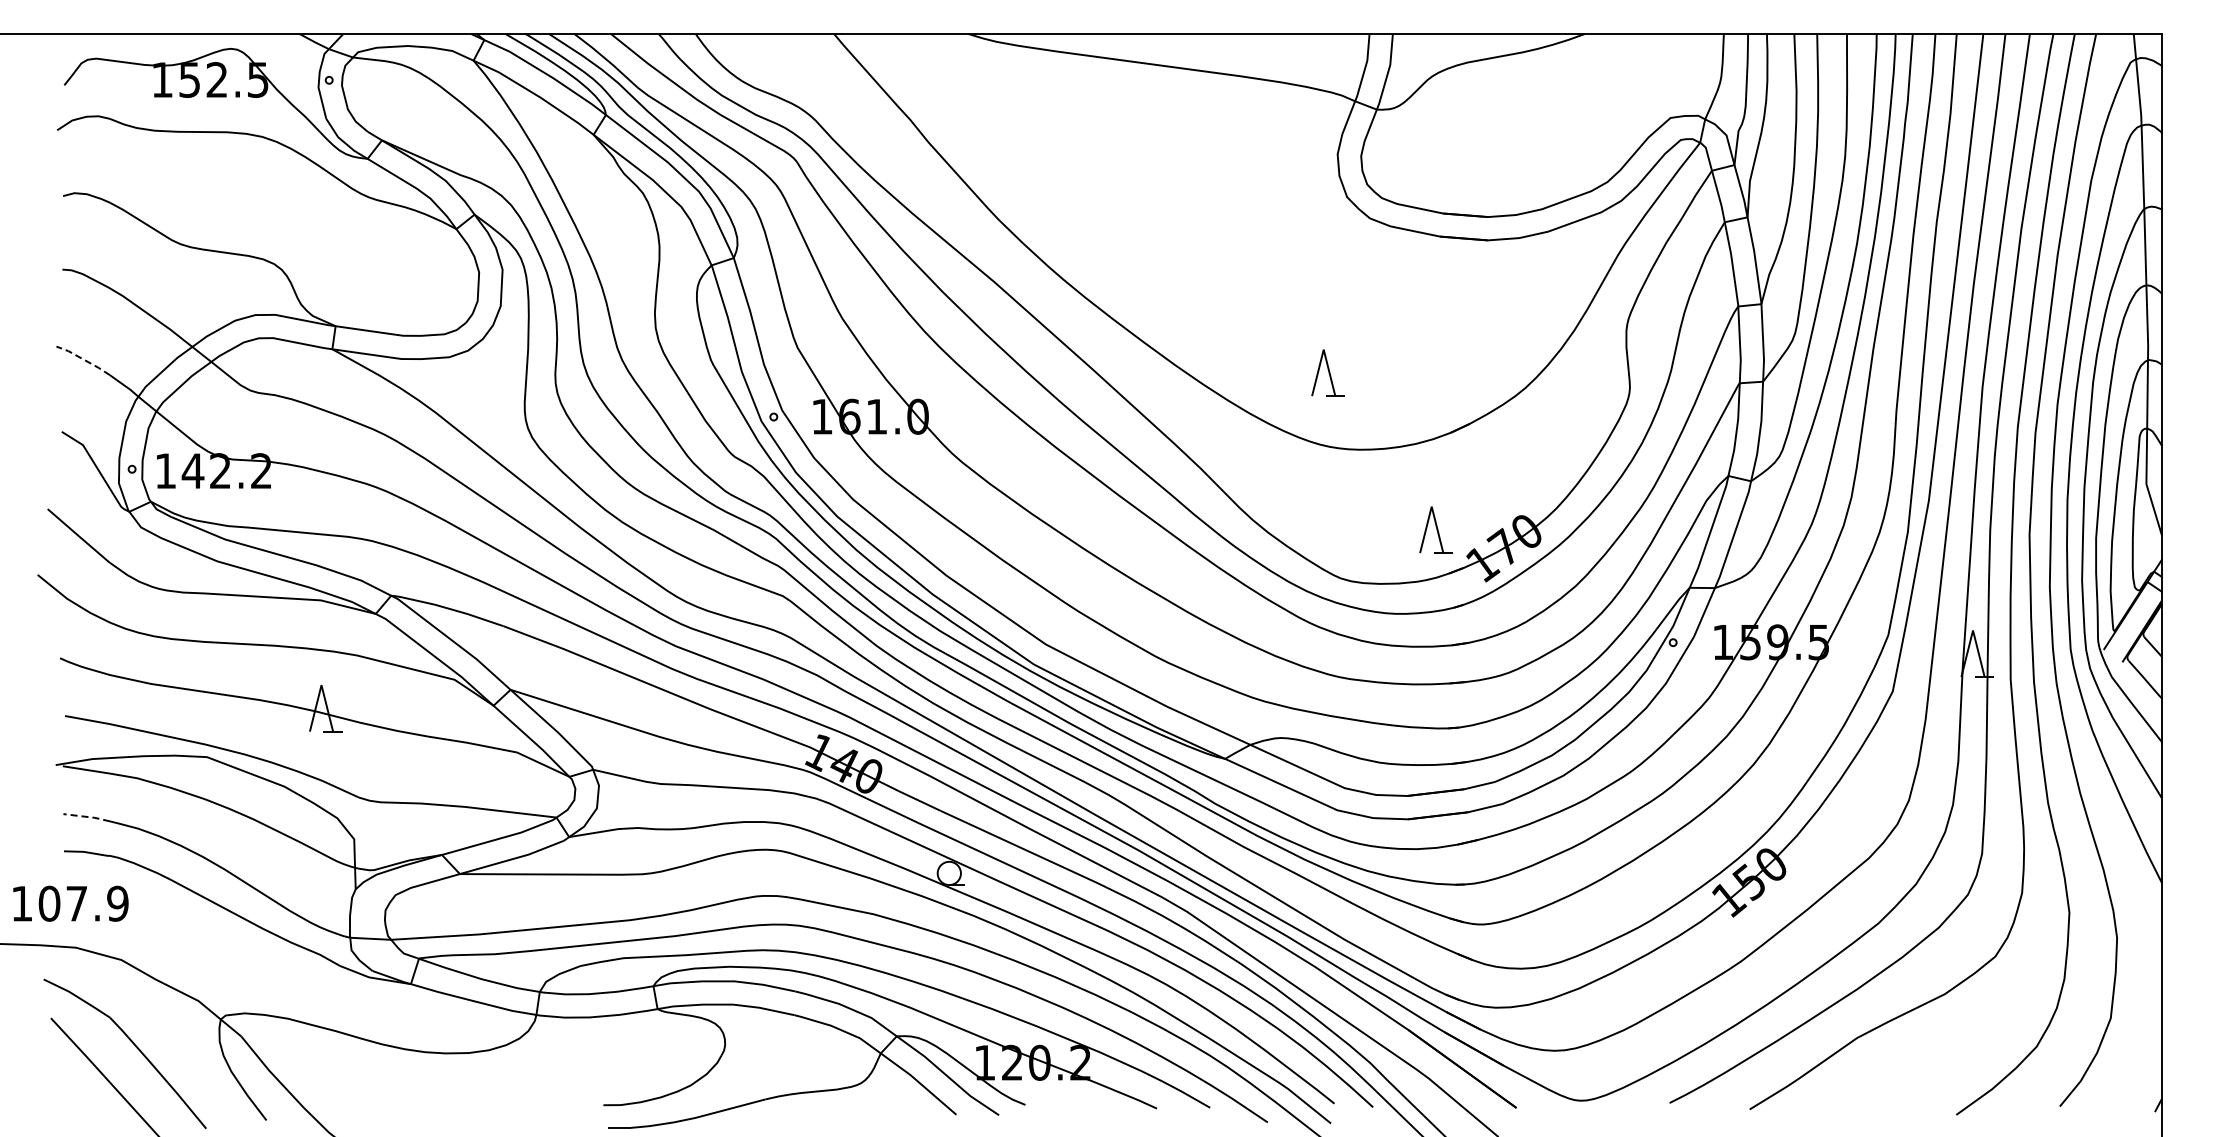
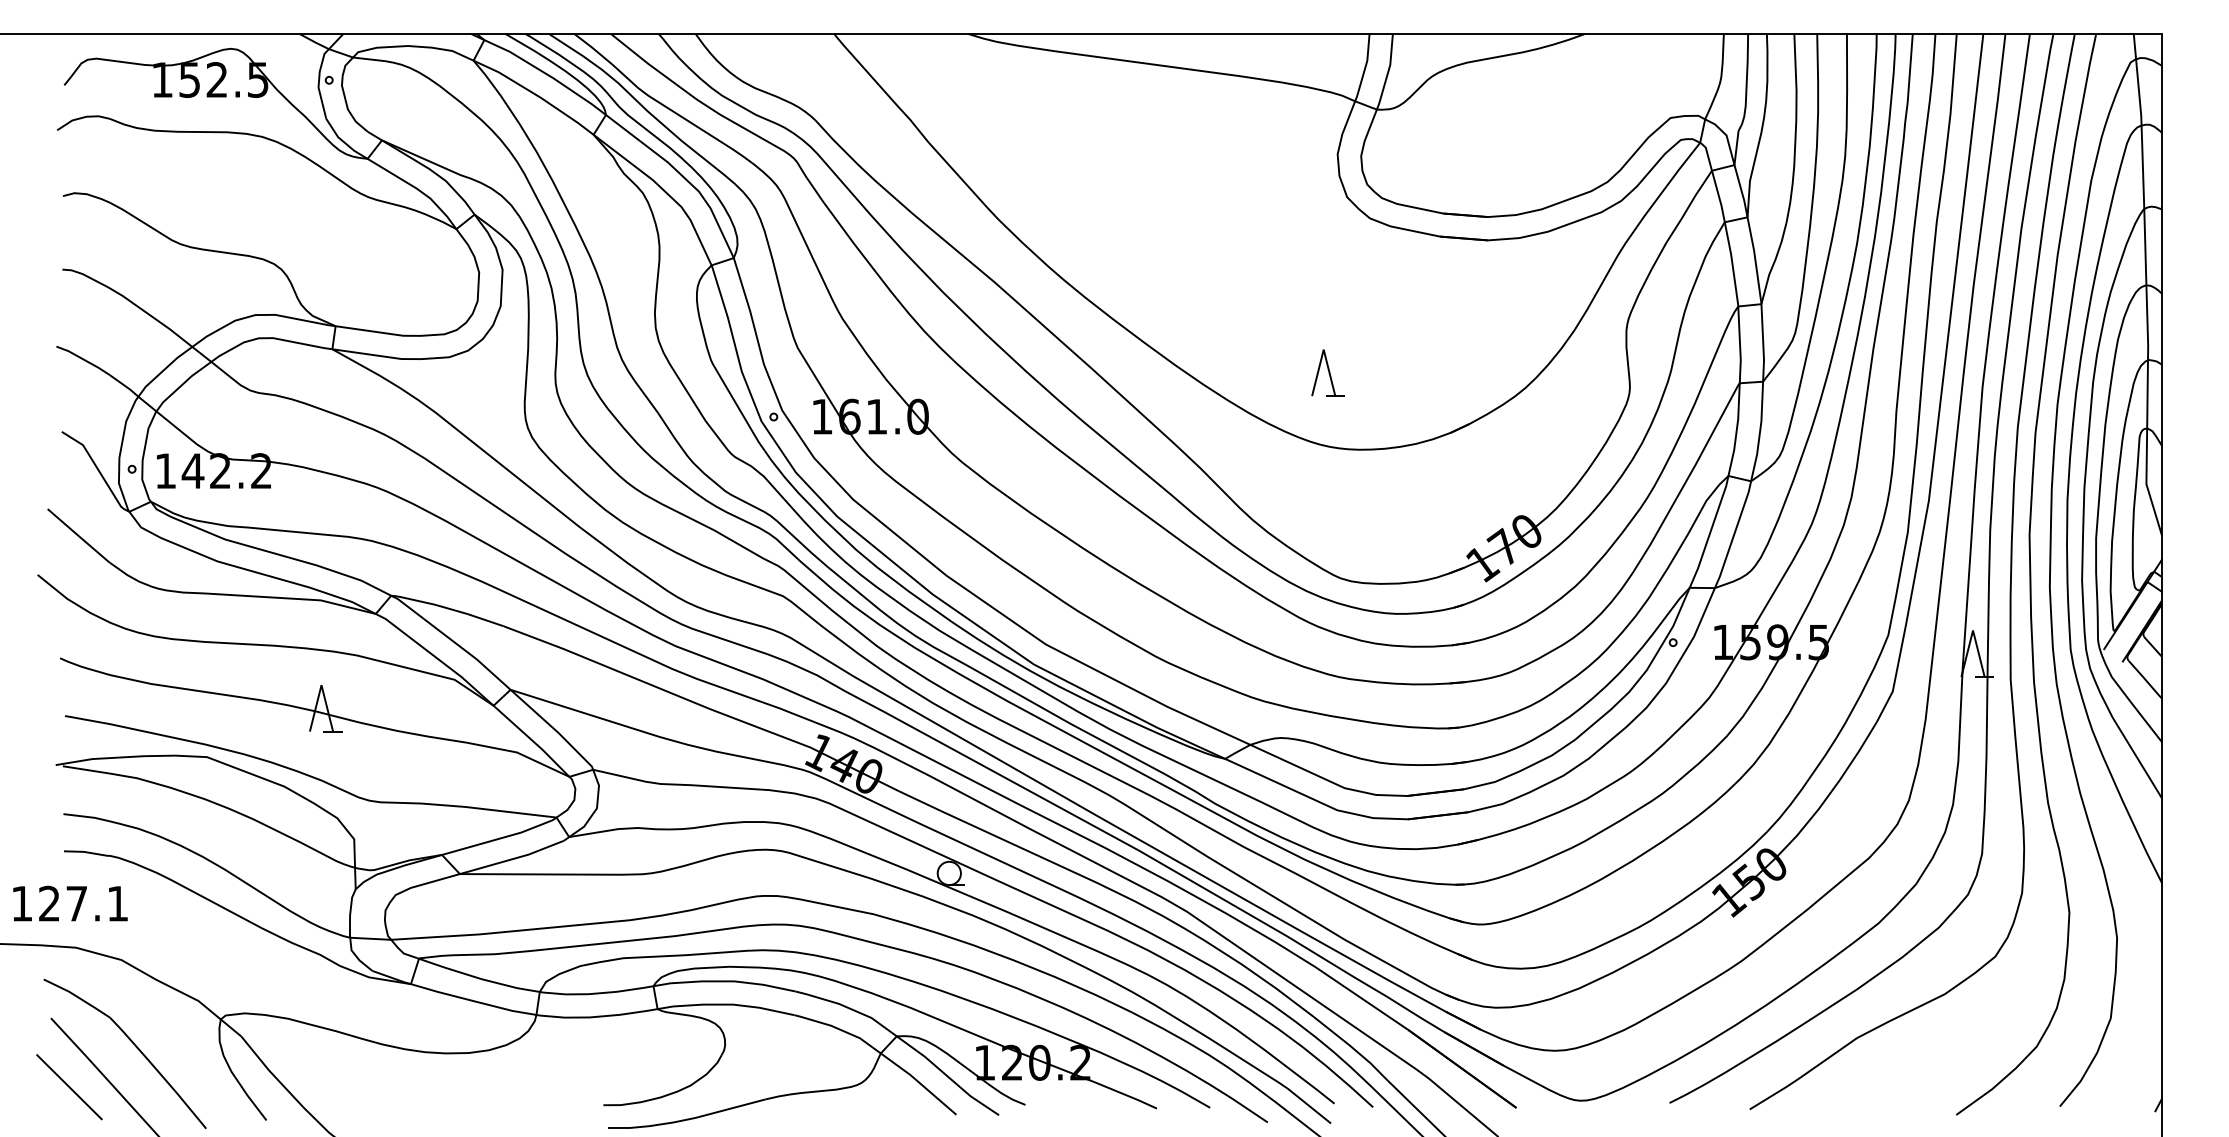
line at (83, 359): dashed -> solid
part at (1435, 529): present -> none
line at (86, 816): dashed -> solid
text at (83, 903): 107.9 -> 127.1
line at (69, 1087): none -> present
